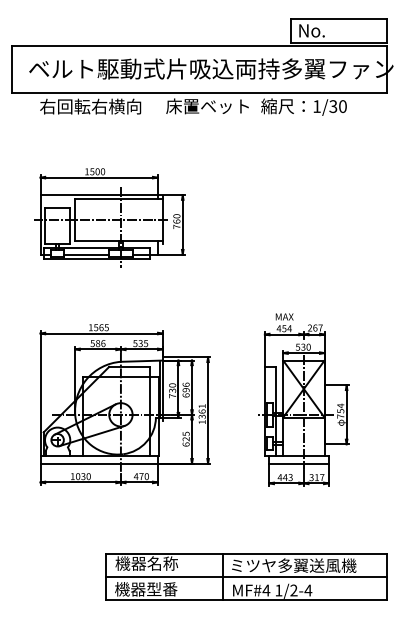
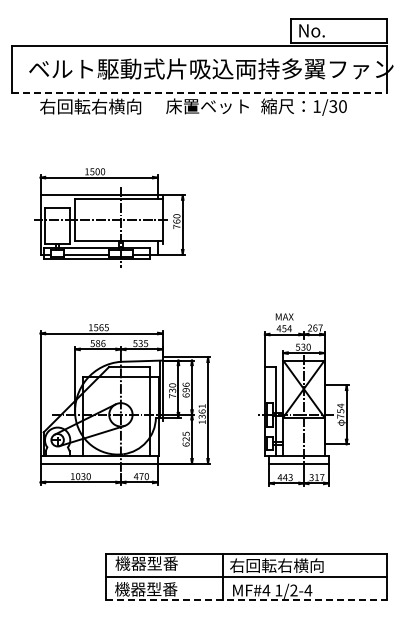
line at (199, 92): solid -> dashed
text at (162, 563): 機器名称 -> 機器型番
text at (293, 565): ミツヤ多翼送風機 -> 右回転右横向
line at (246, 600): solid -> dashed
